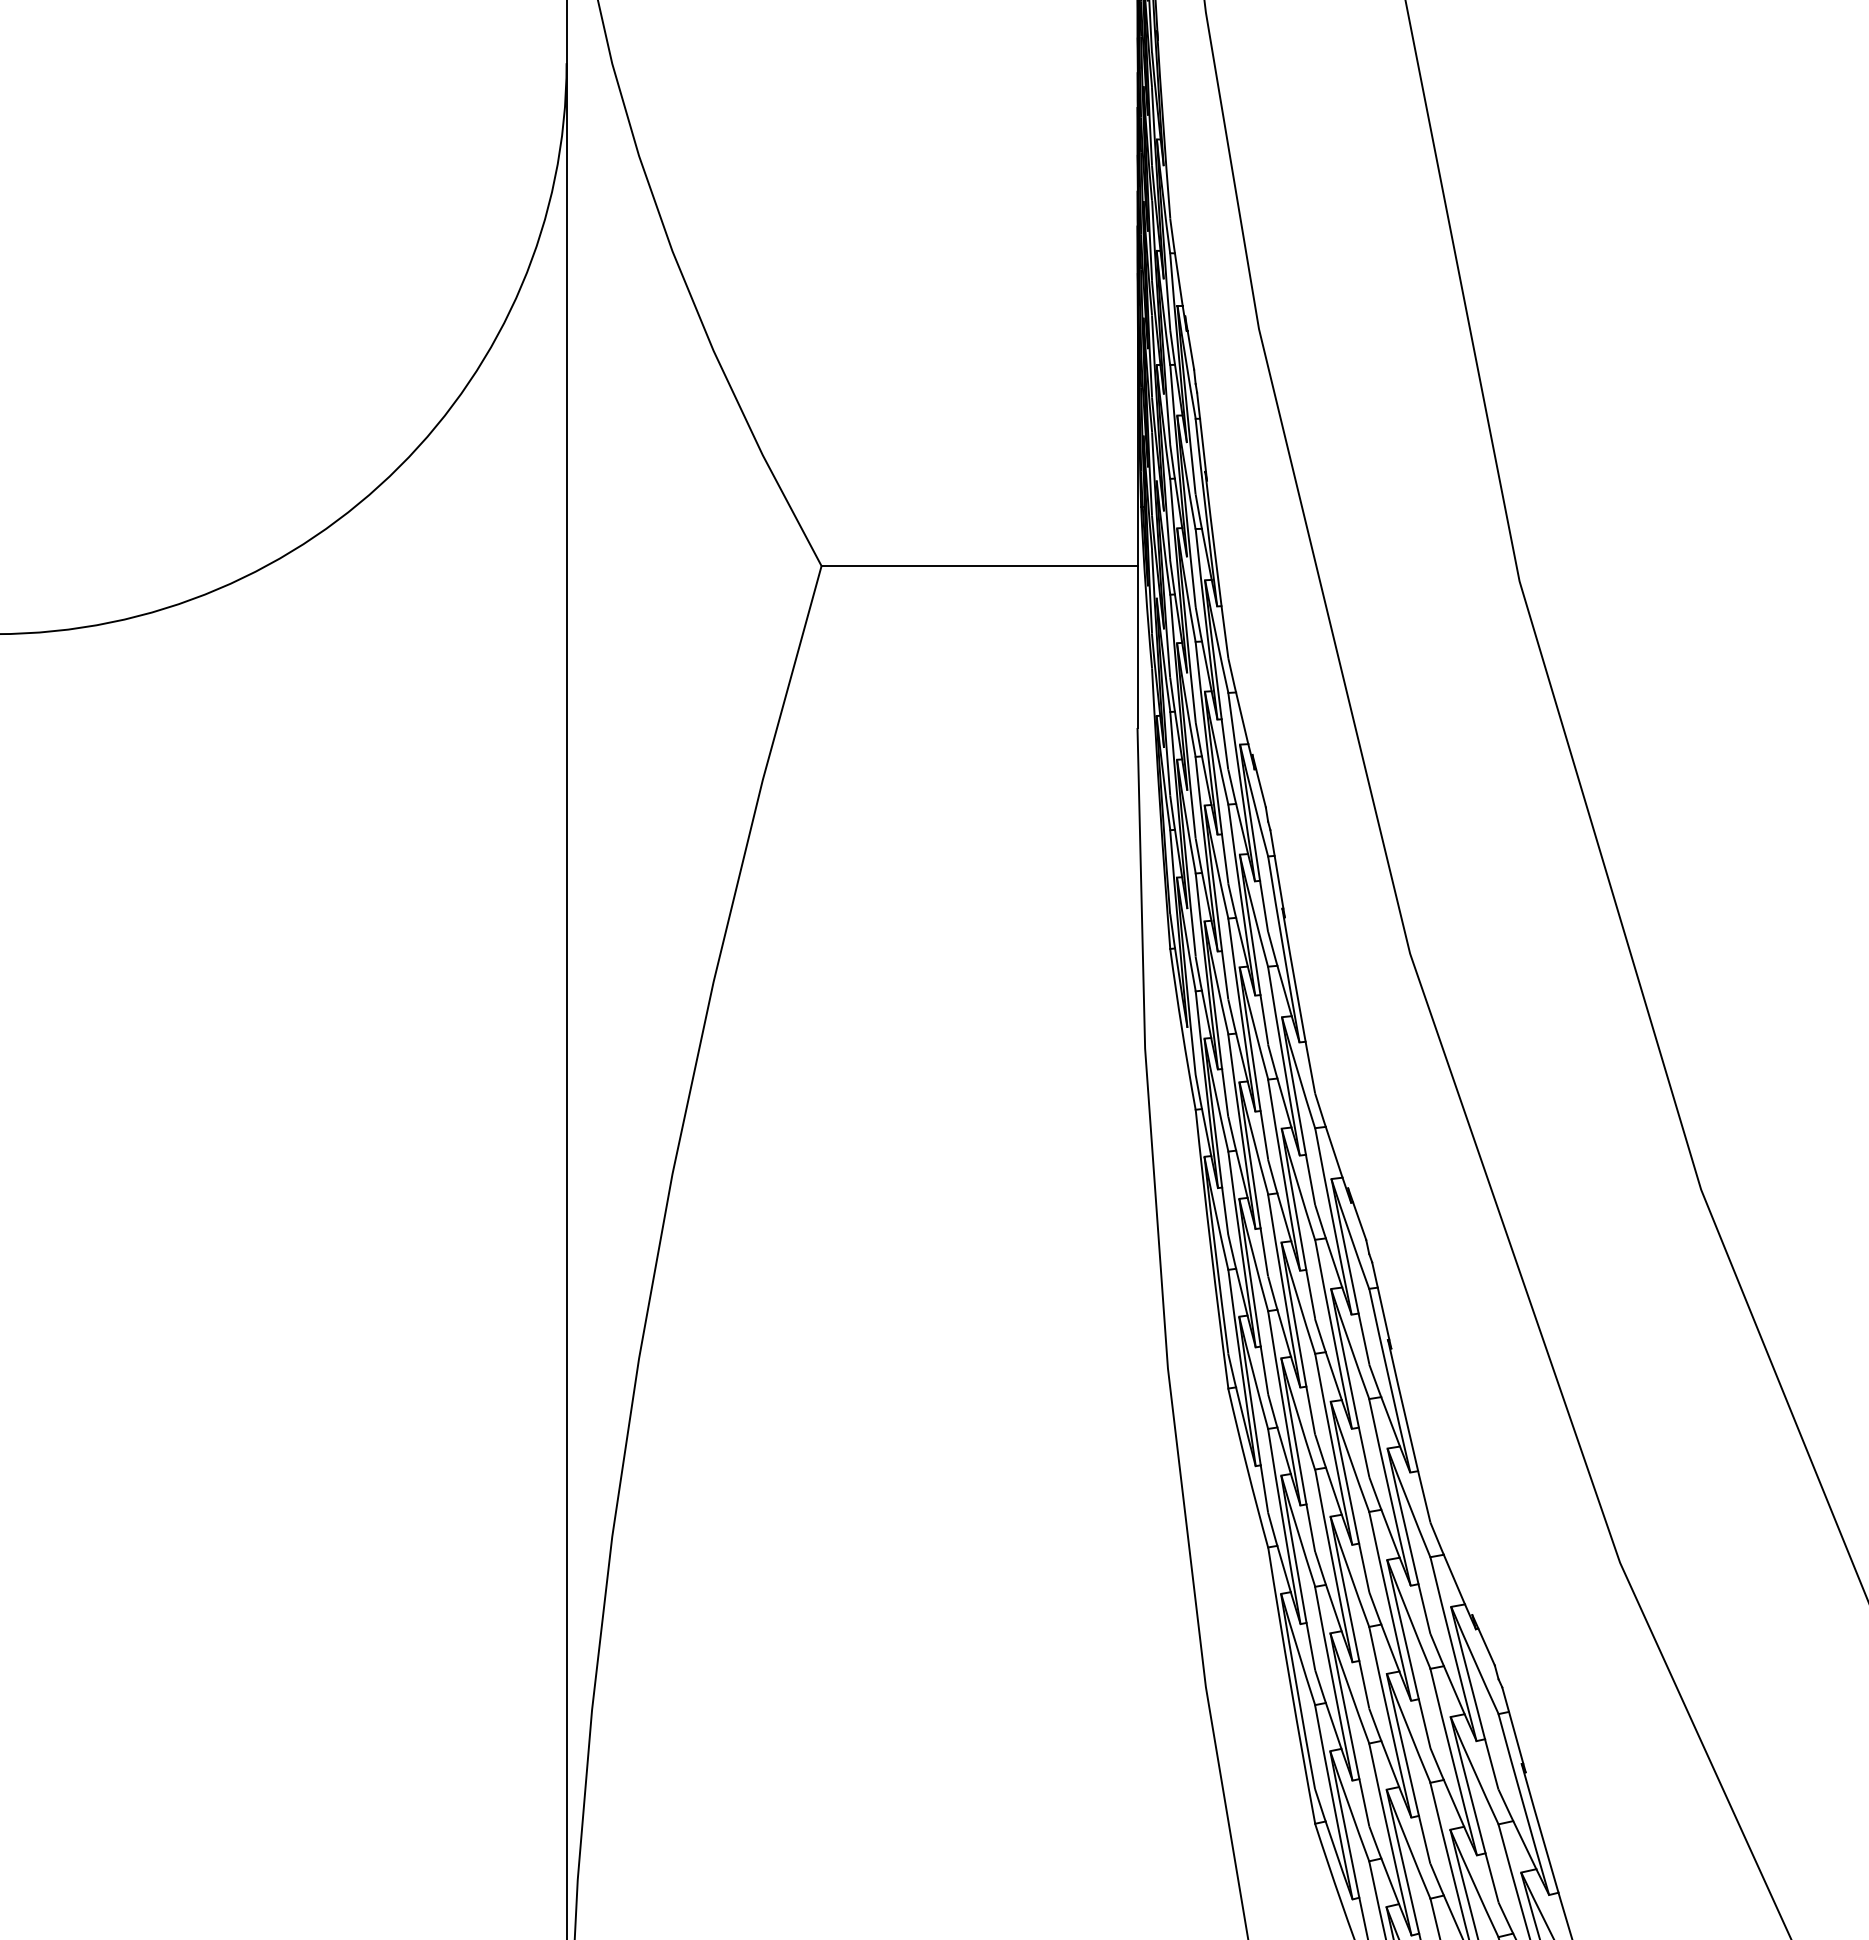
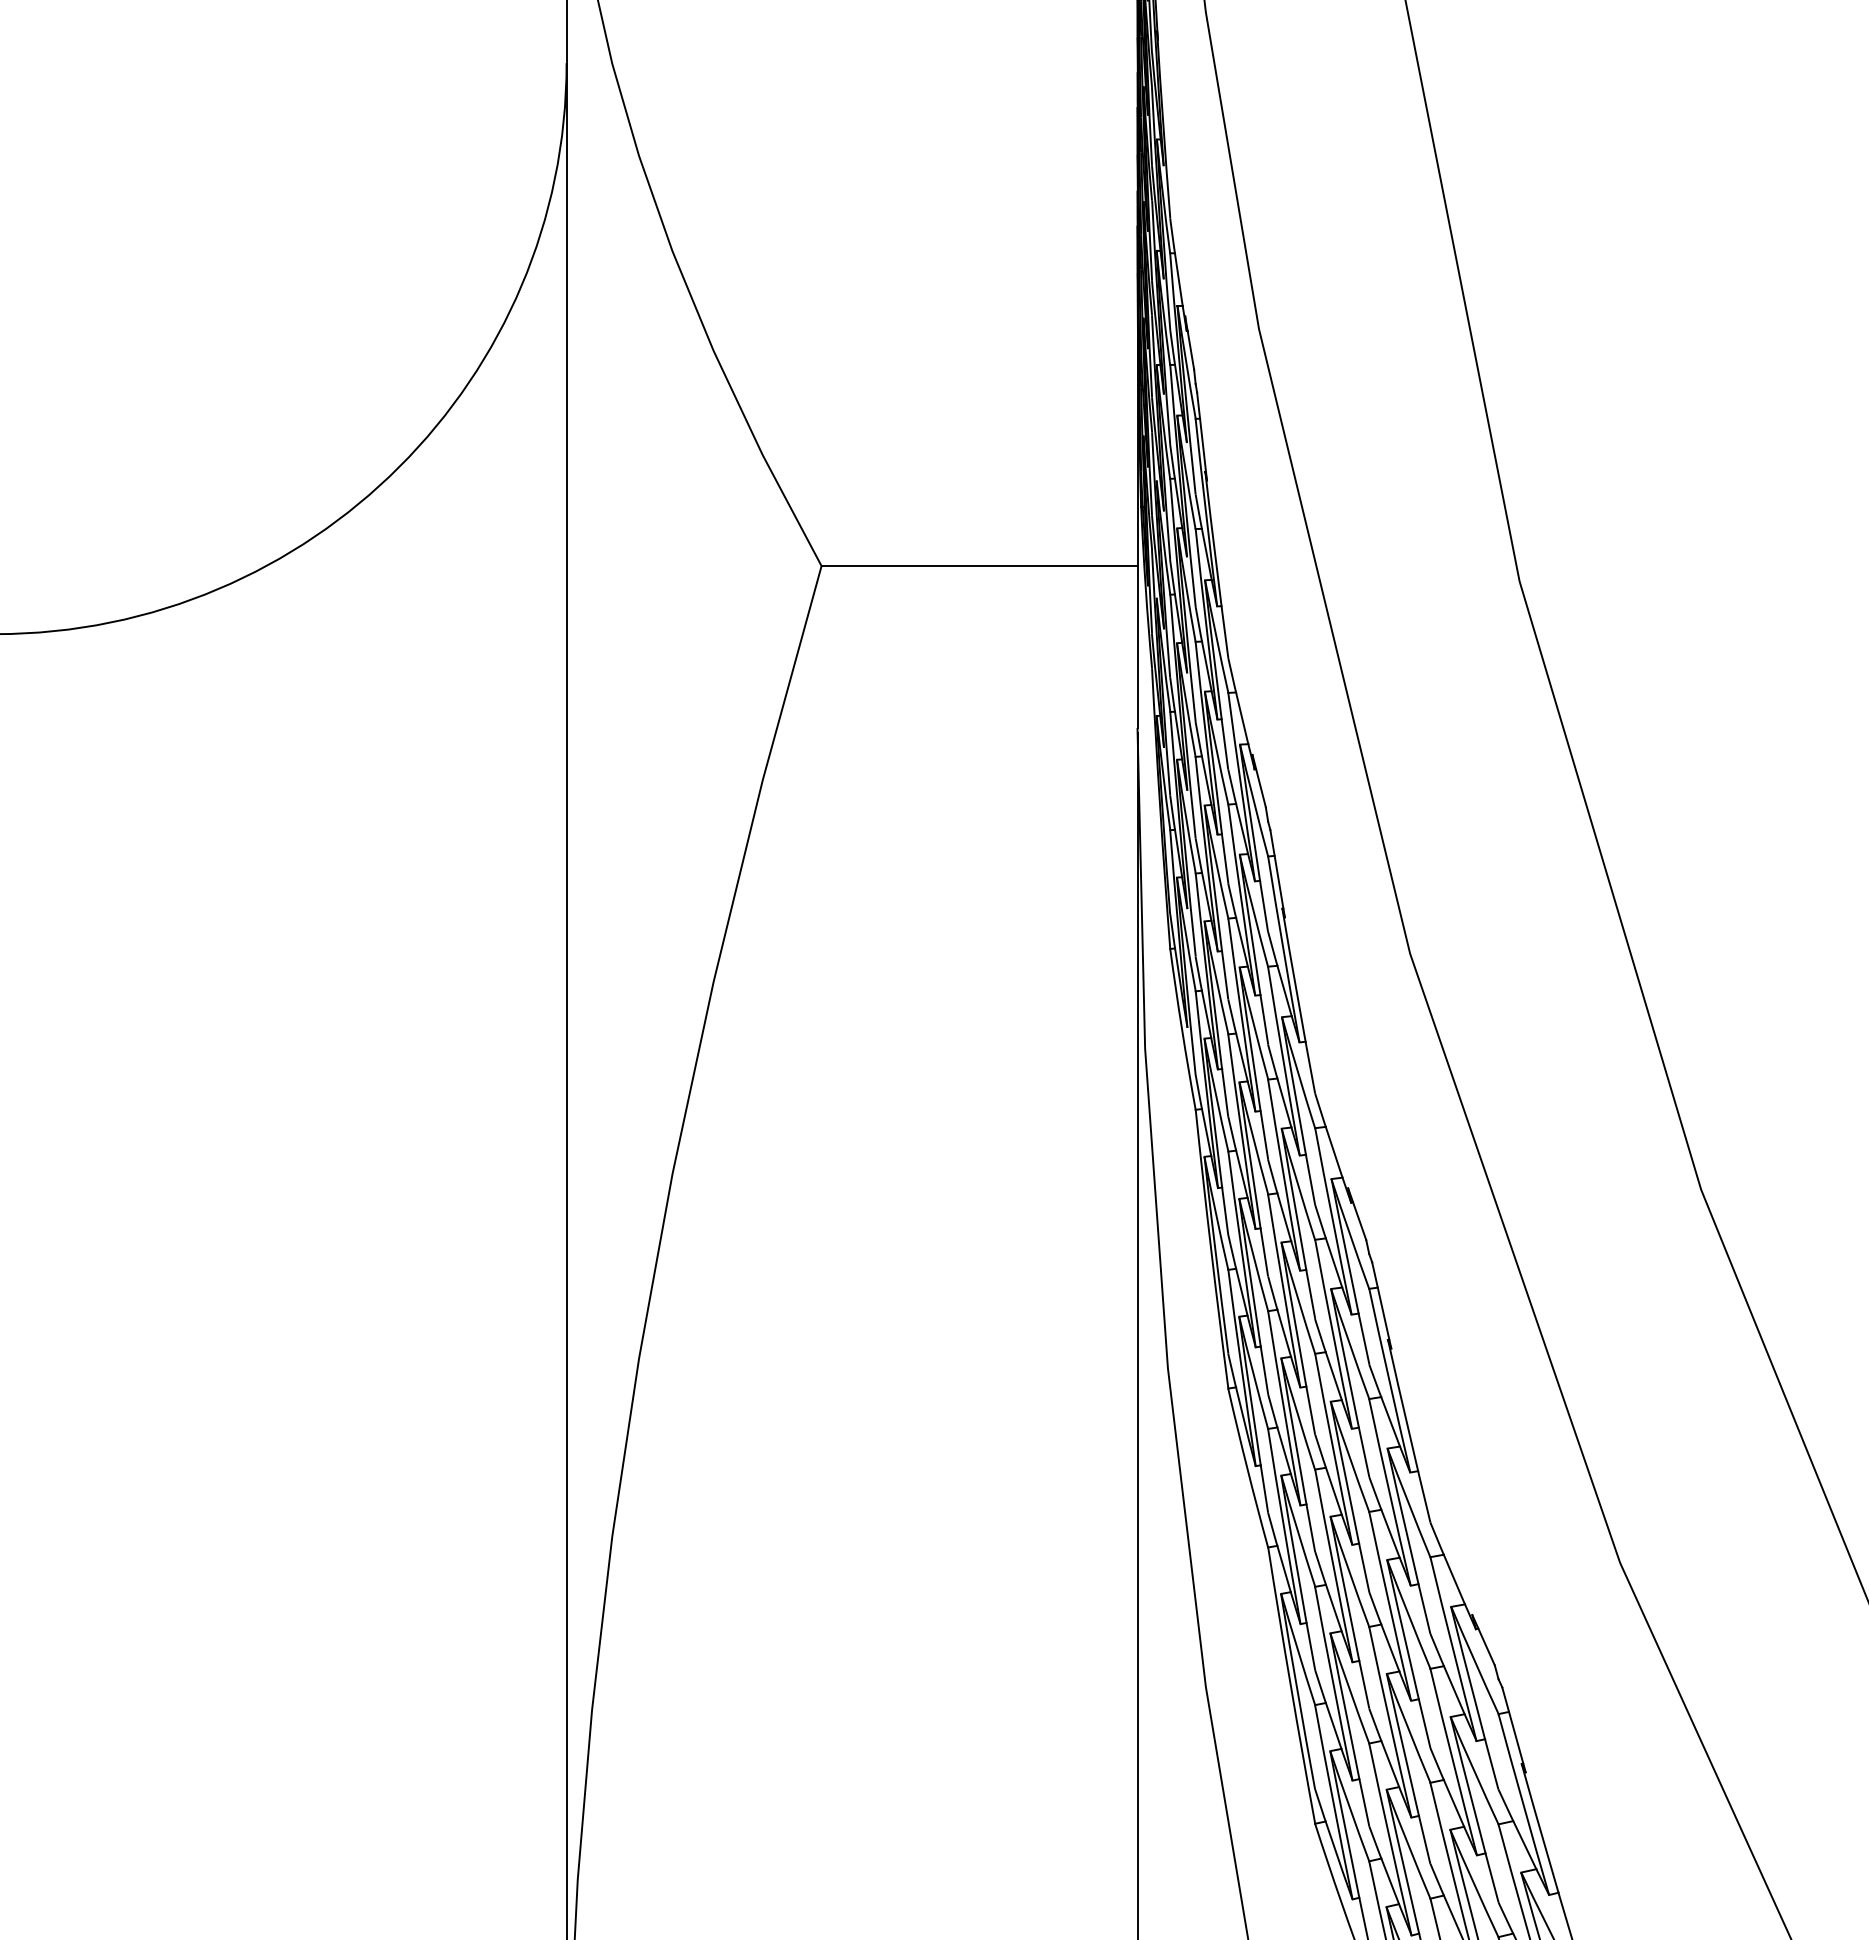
line at (1137, 1334): none -> present
